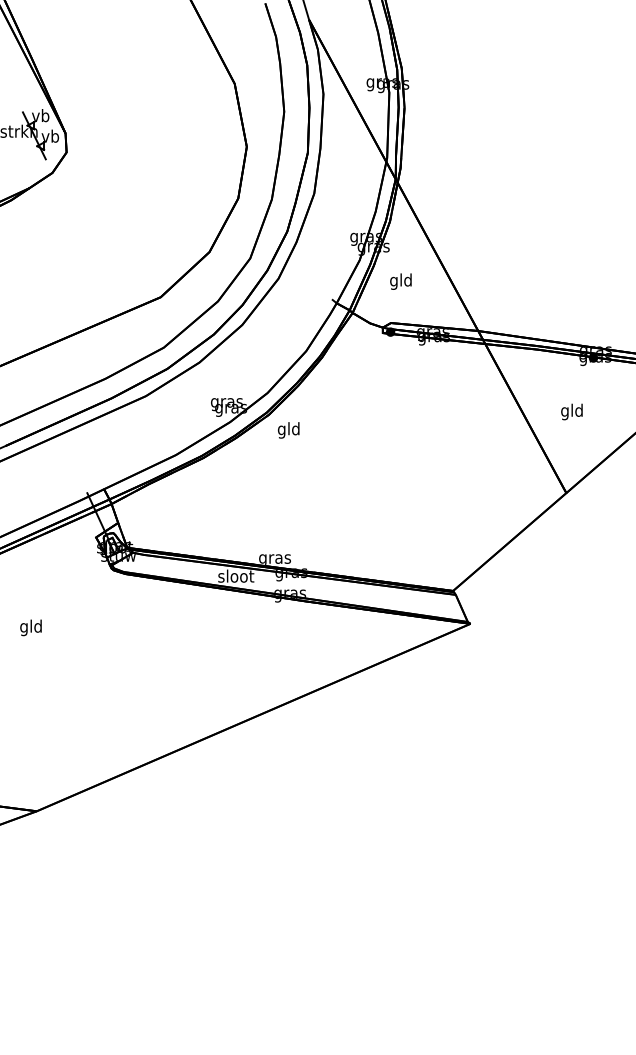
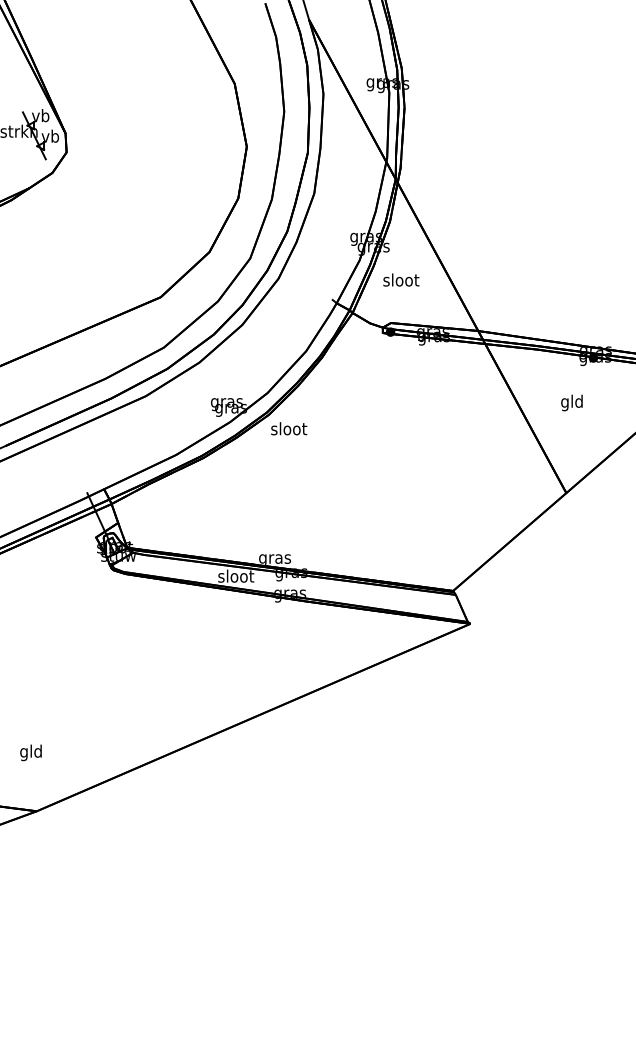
text at (401, 281): gld -> sloot
text at (571, 411) position: (571, 411) -> (571, 402)
text at (289, 430): gld -> sloot
text at (30, 627) position: (30, 627) -> (30, 752)
